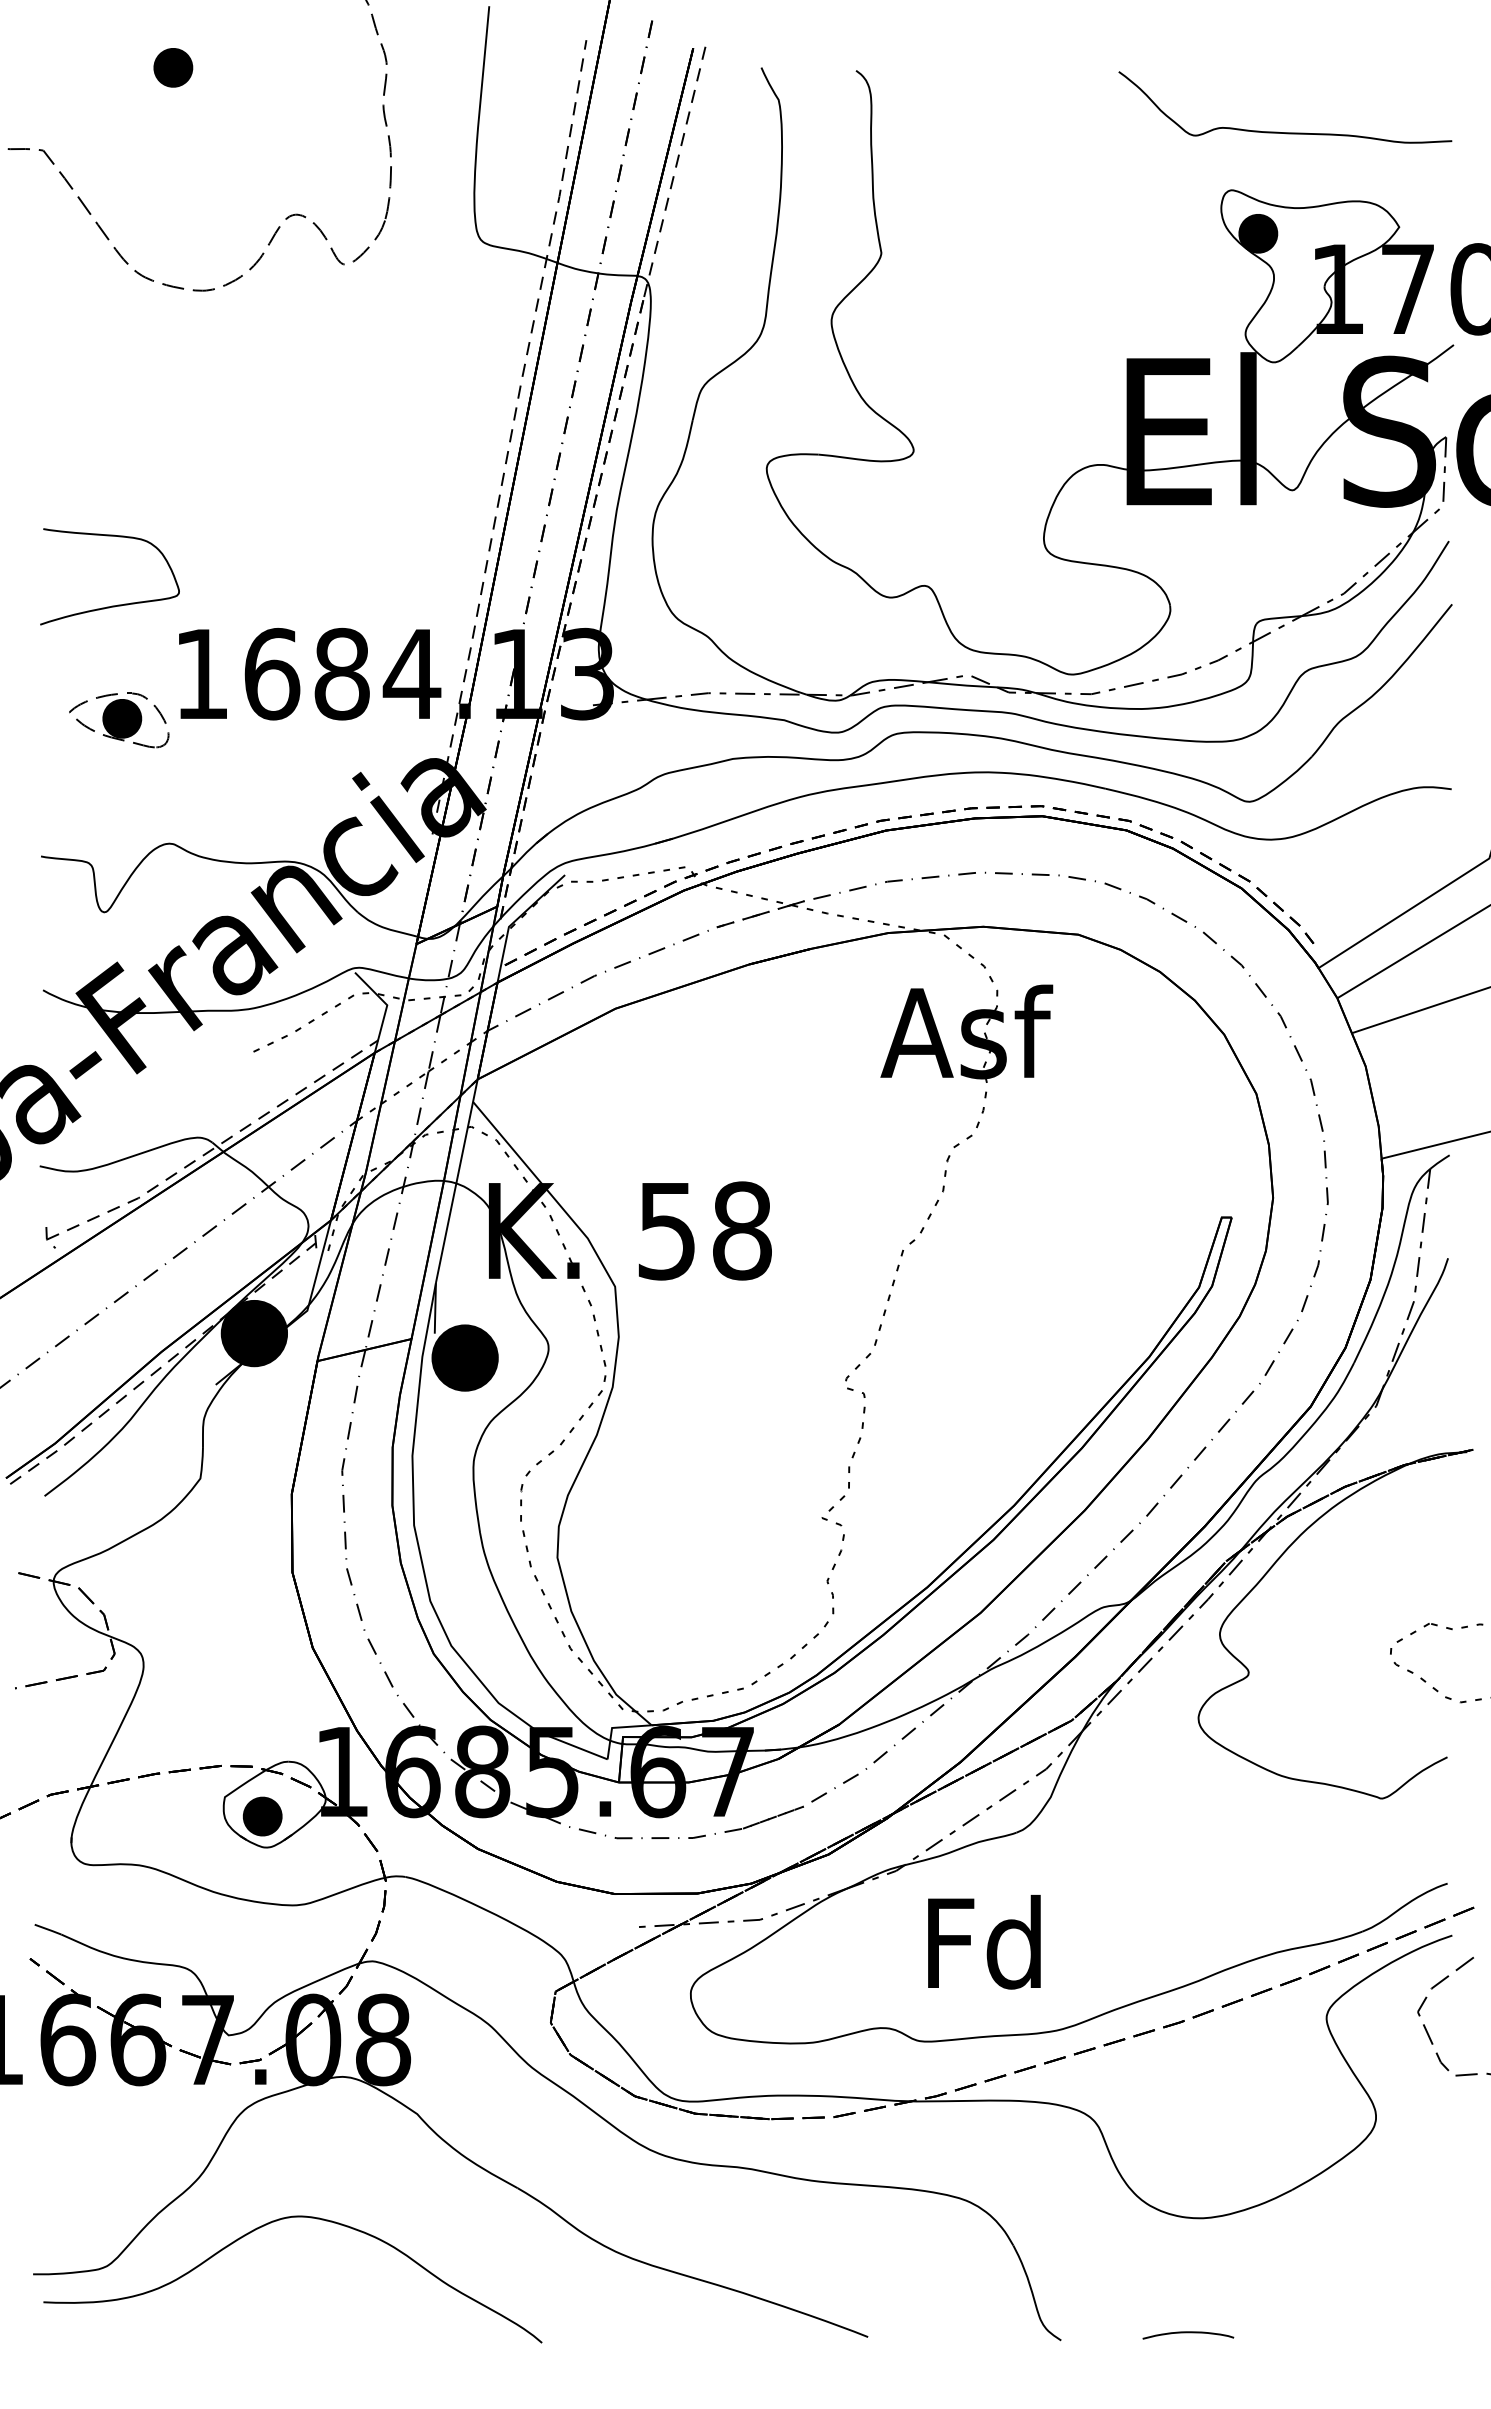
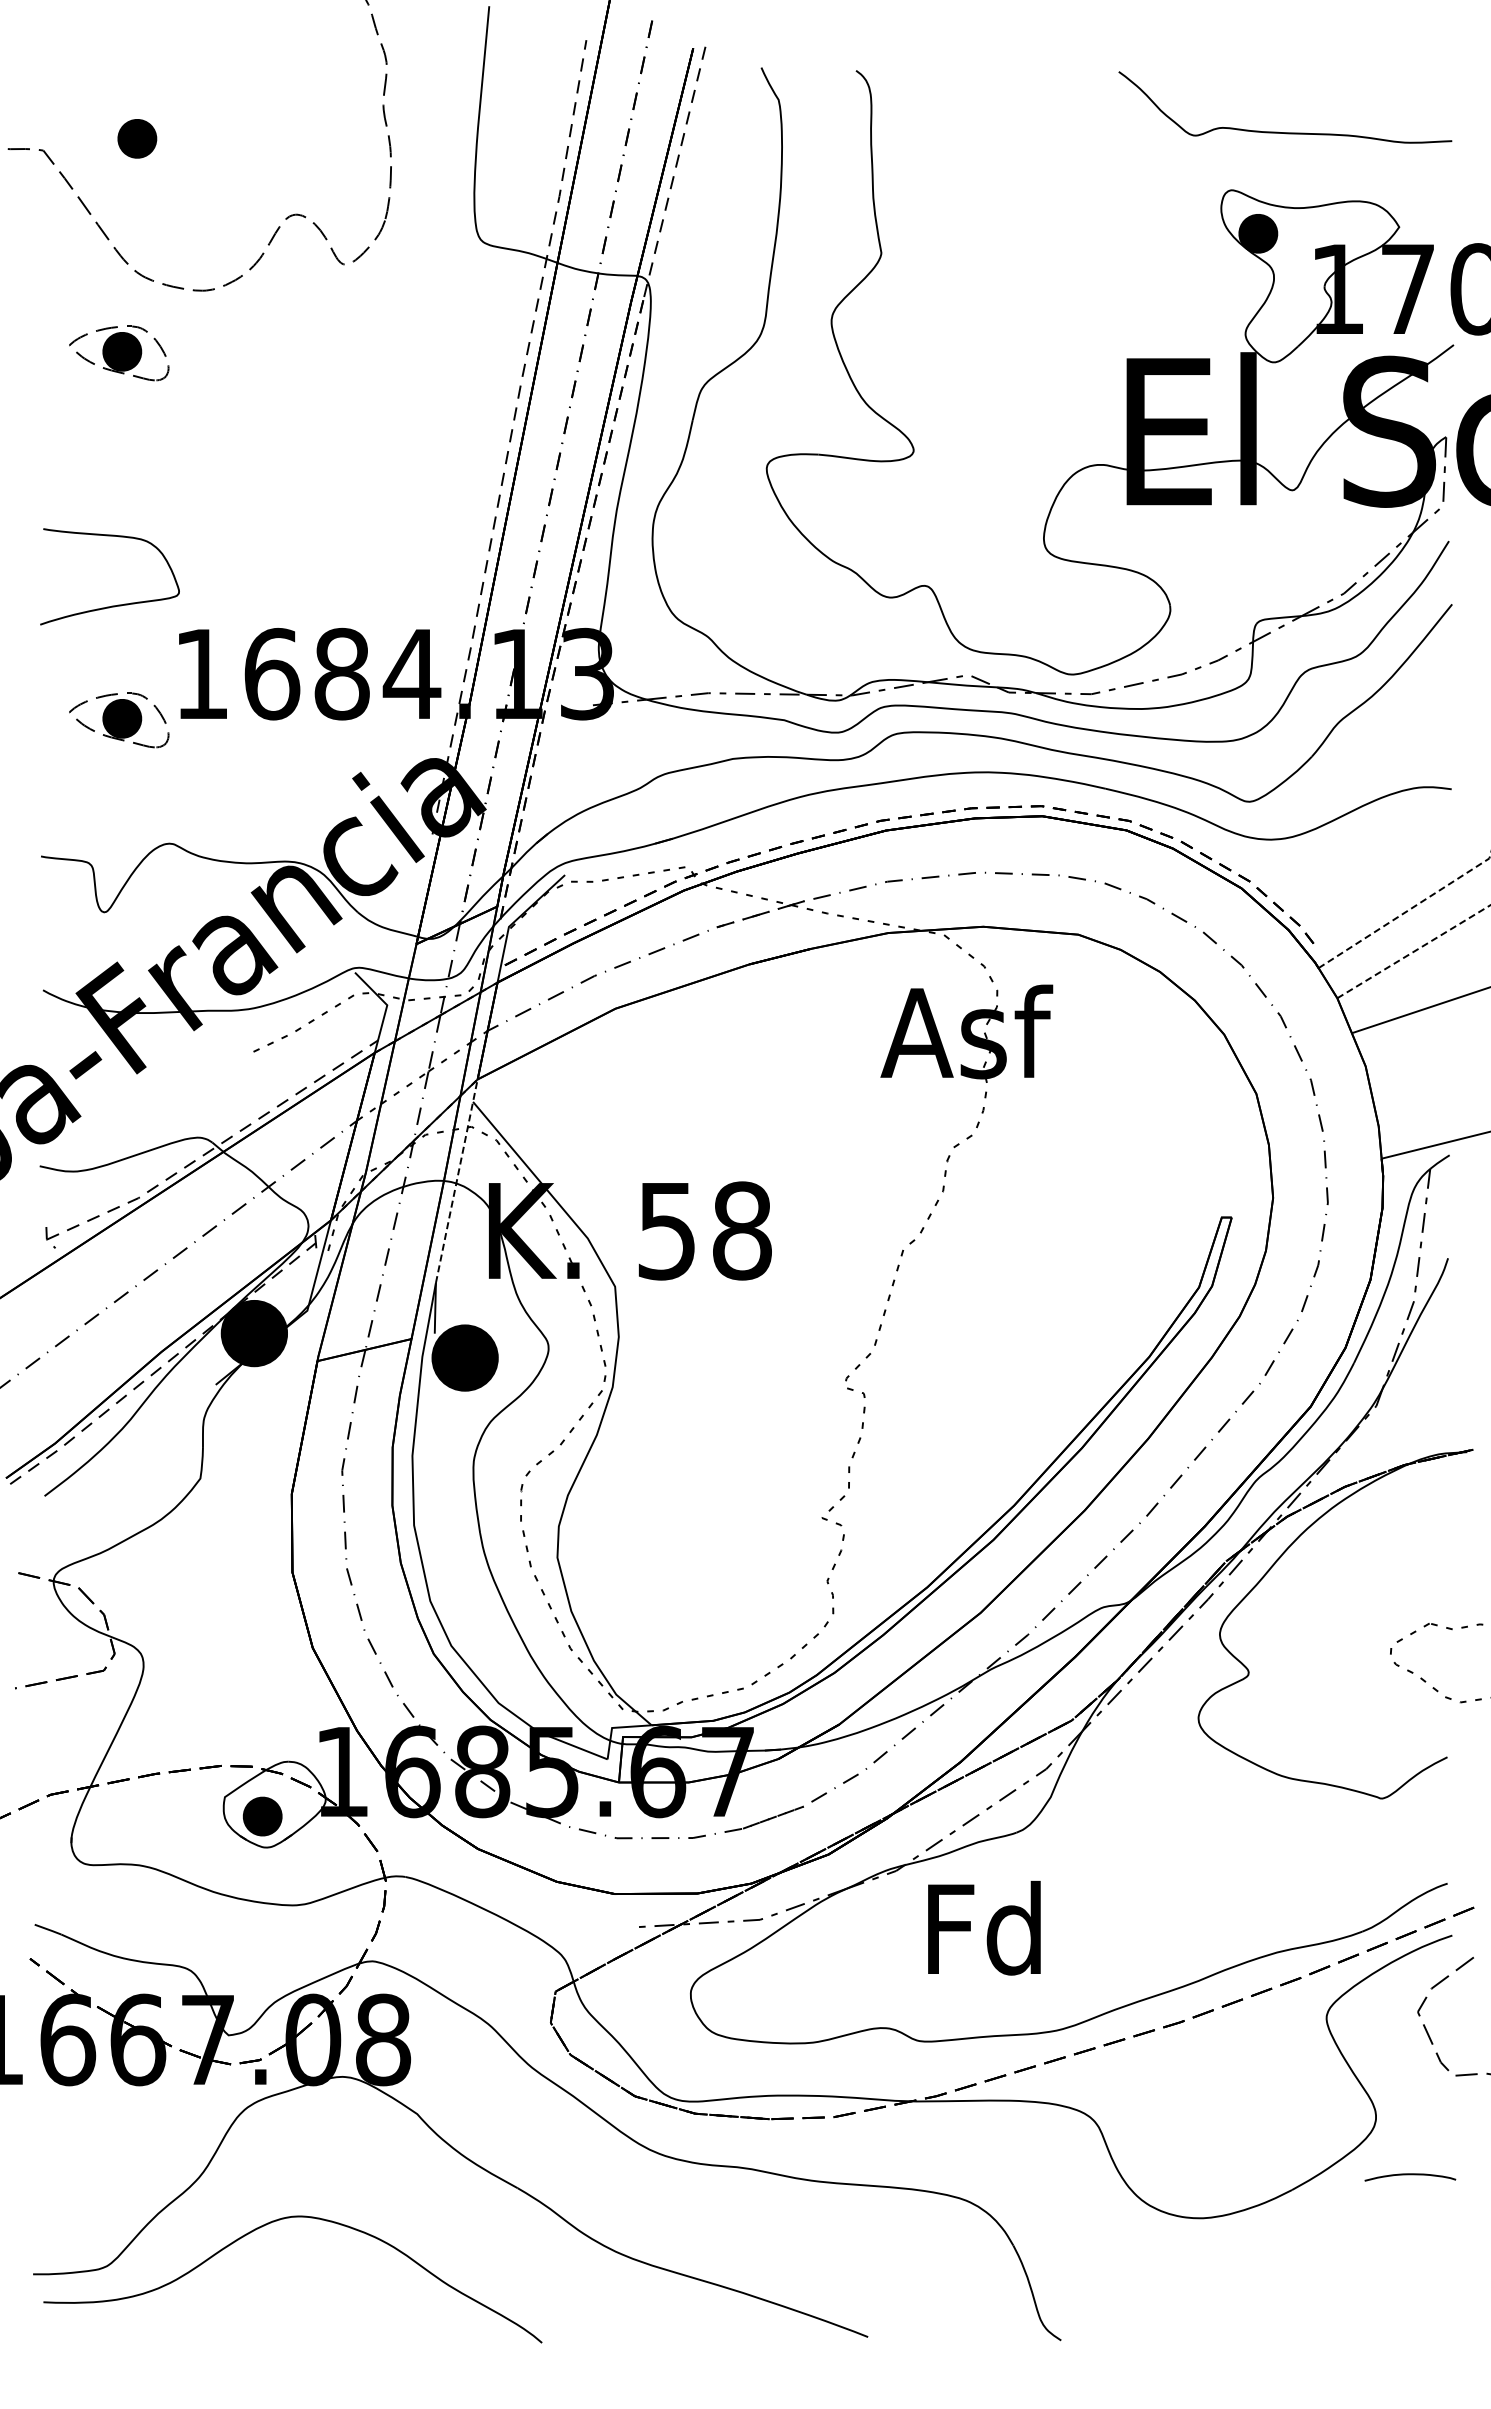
part at (173, 67) position: (173, 67) -> (137, 138)
part at (119, 353): none -> present
line at (1406, 911): solid -> dashed
line at (1414, 951): solid -> dashed
line at (457, 1180): solid -> dashed
text at (984, 1942) position: (984, 1942) -> (984, 1928)
curve at (1188, 2333) position: (1188, 2333) -> (1410, 2175)
